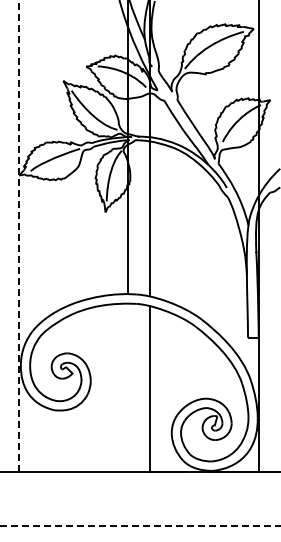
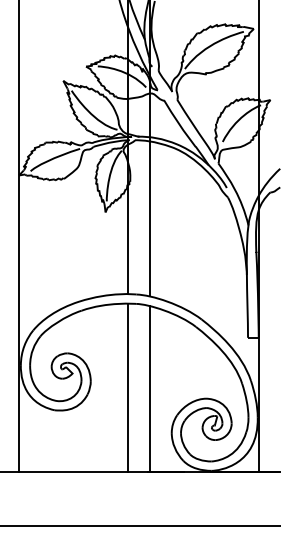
line at (19, 236): dashed -> solid
line at (128, 387): none -> present
line at (140, 525): dashed -> solid
